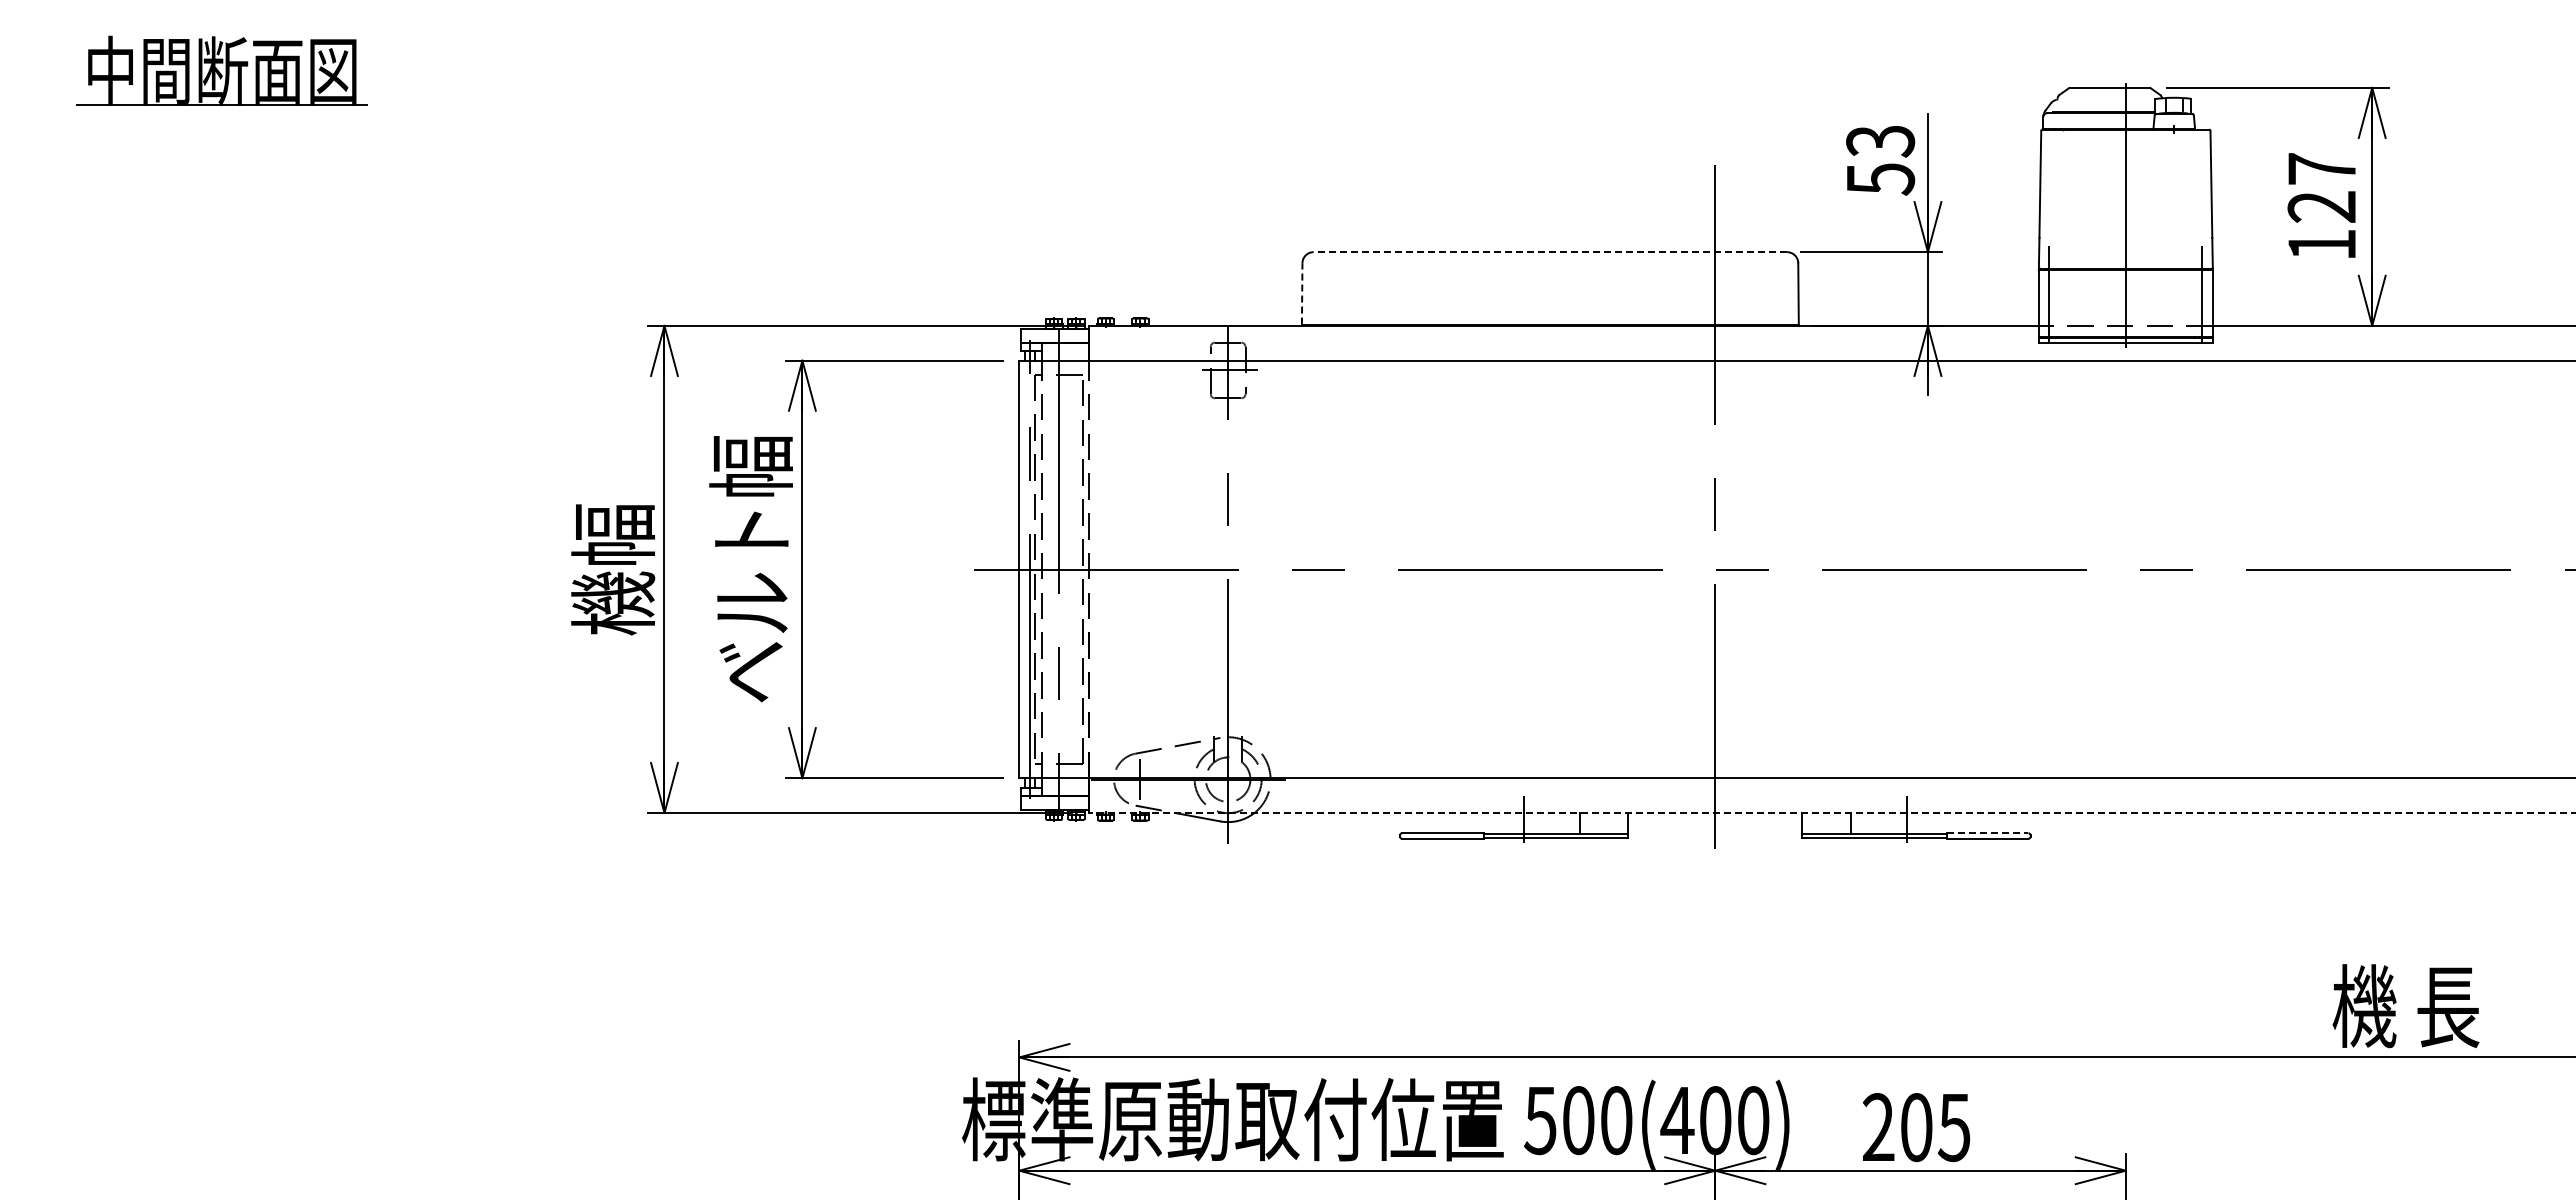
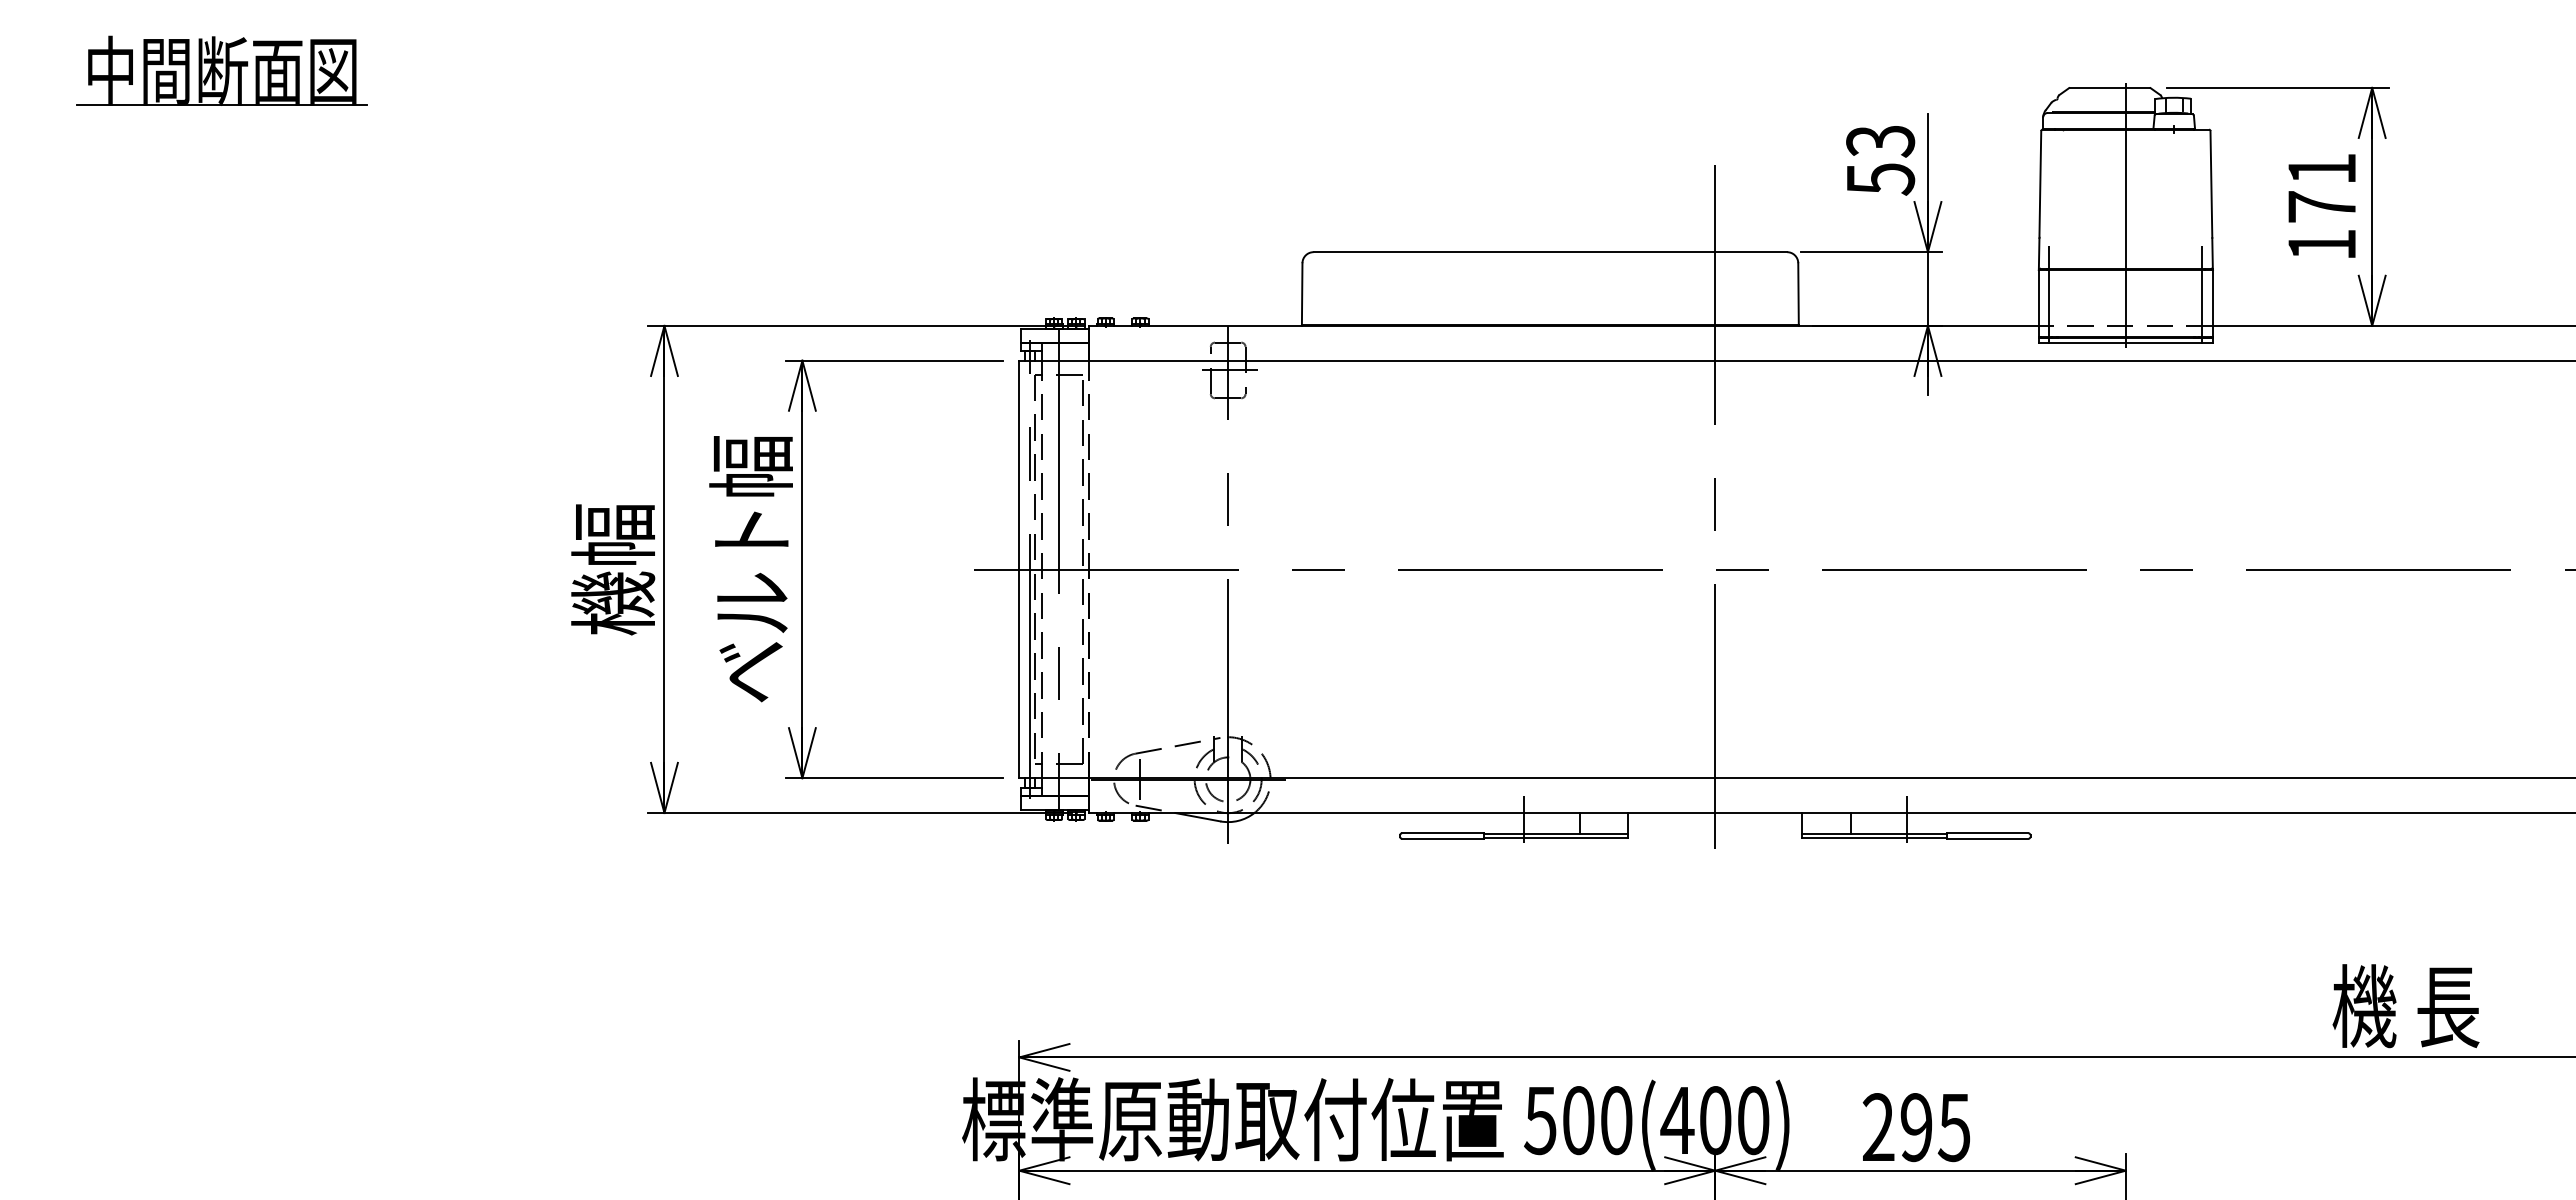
text at (2321, 187): 127 -> 171
line at (1550, 252): dashed -> solid
line at (1302, 293): dashed -> solid
line at (1831, 813): dashed -> solid
line at (1987, 833): dashed -> solid
text at (1916, 1127): 205 -> 295
